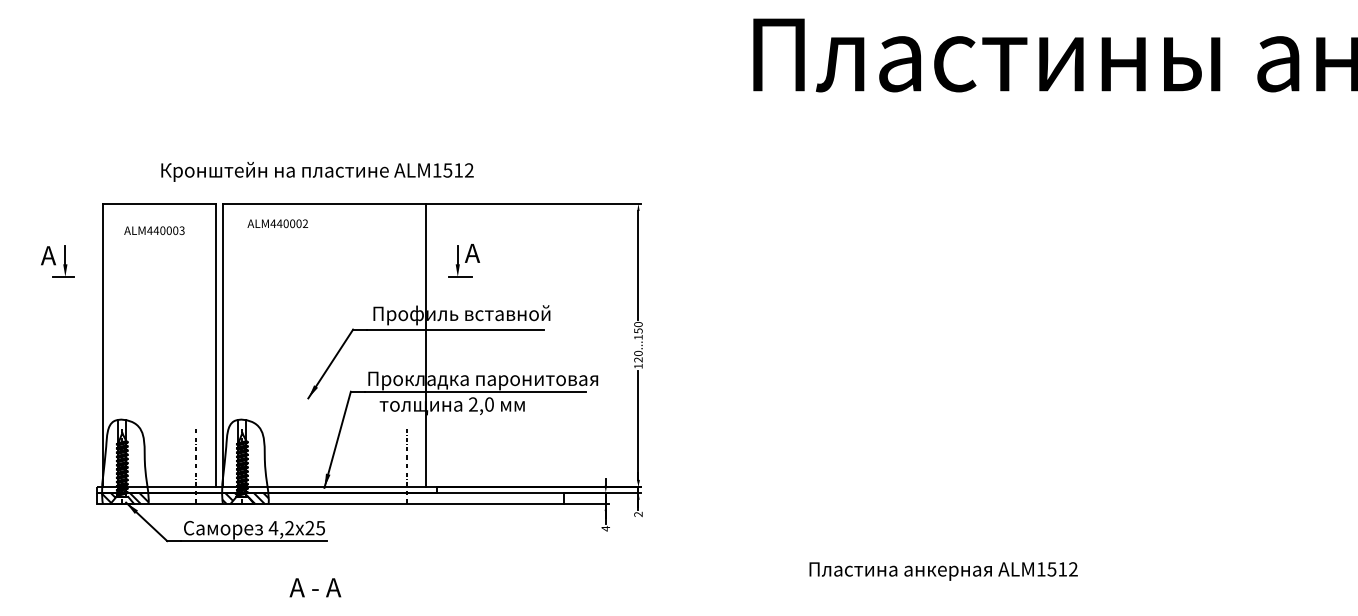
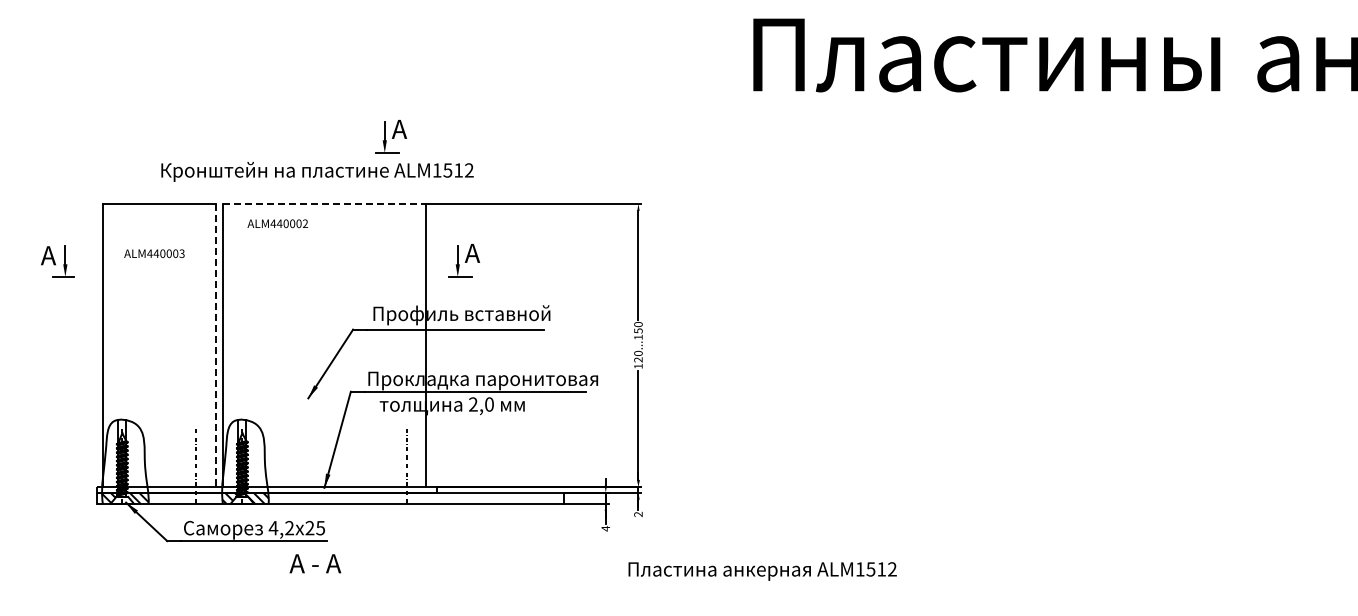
part at (391, 136): none -> present
line at (324, 203): solid -> dashed
text at (154, 230) position: (154, 230) -> (154, 253)
line at (215, 345): solid -> dashed
text at (943, 571) position: (943, 571) -> (762, 571)
text at (315, 587) position: (315, 587) -> (315, 563)
